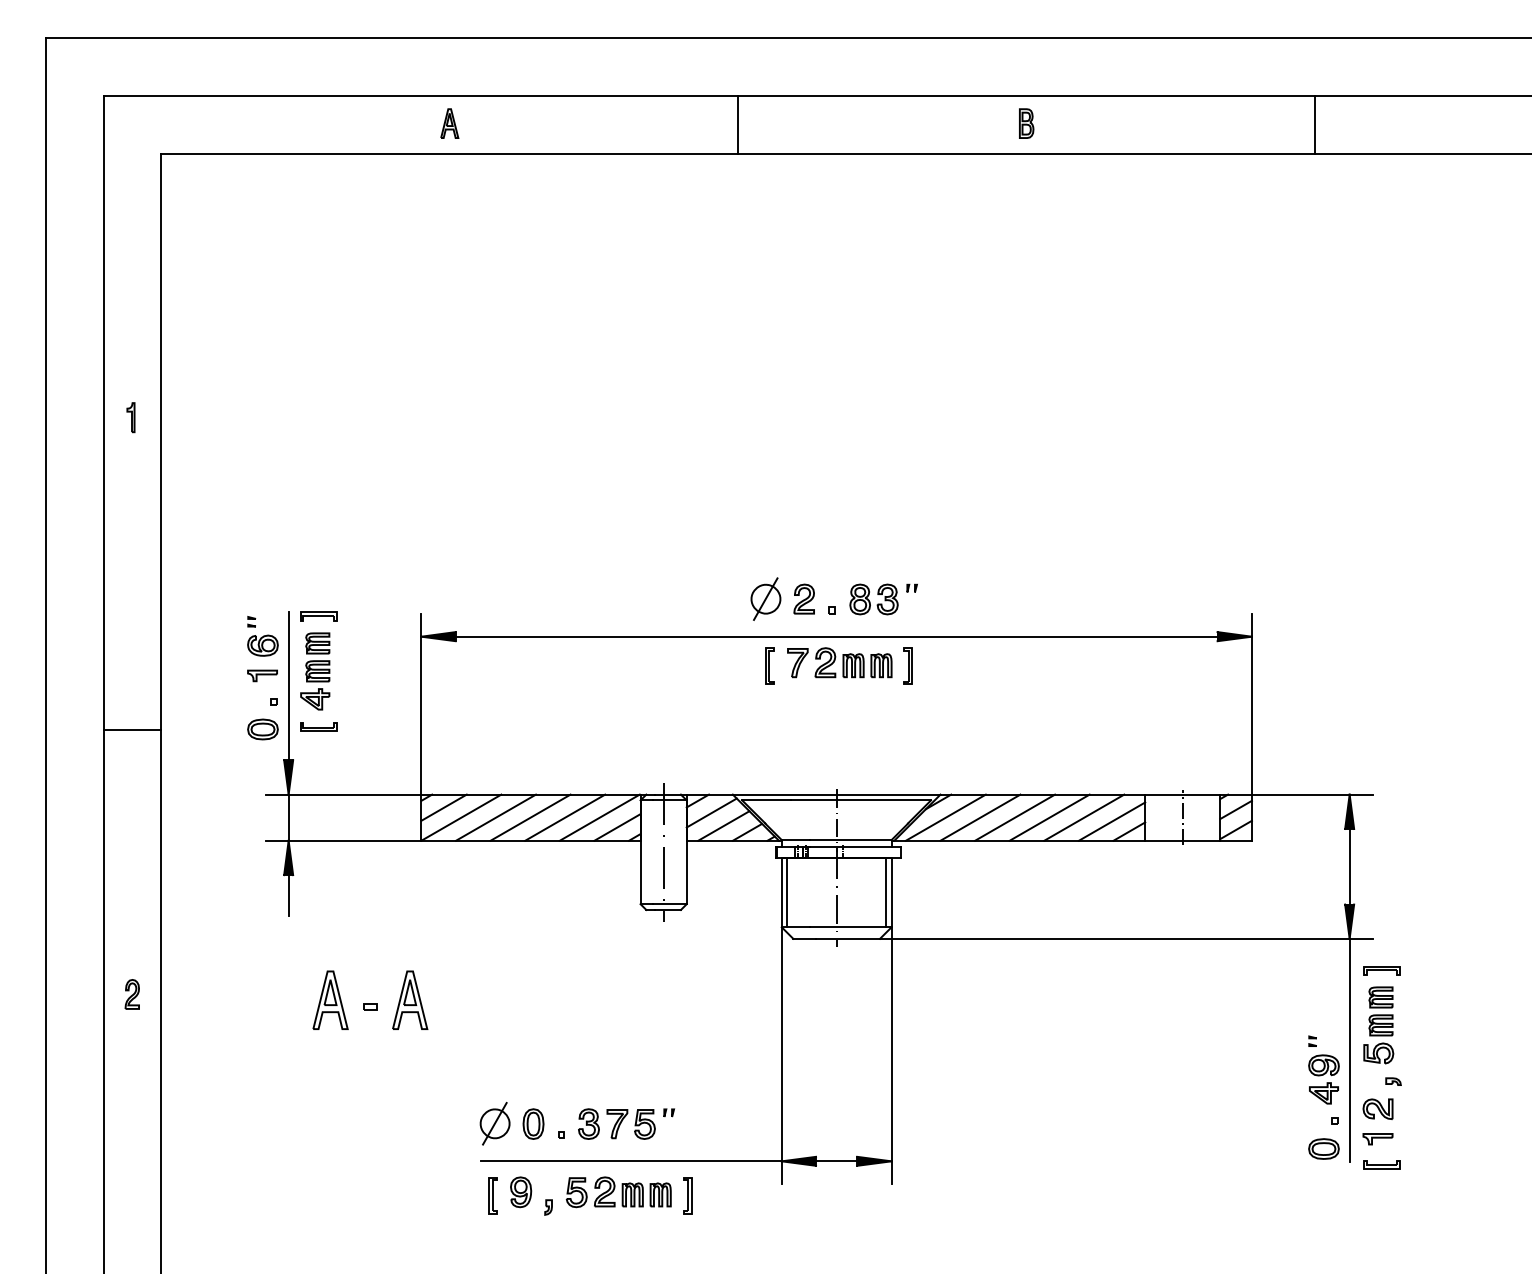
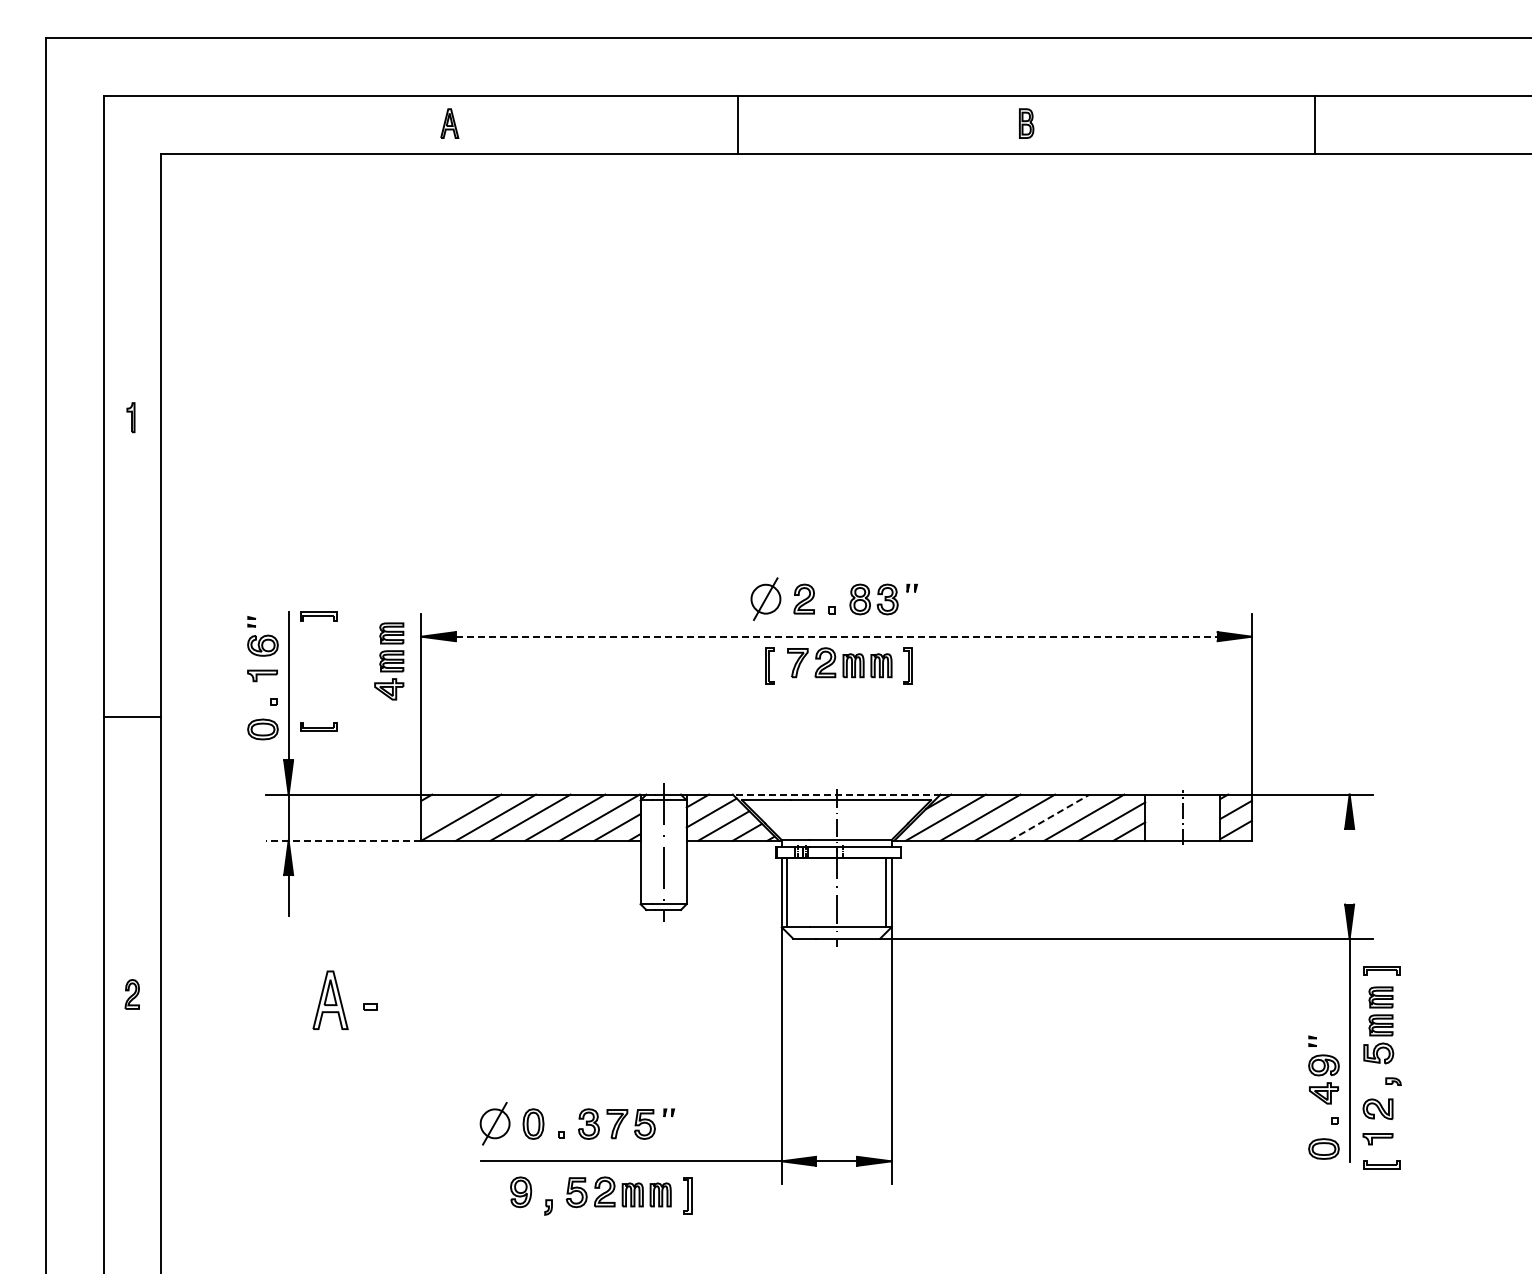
line at (836, 636): solid -> dashed
part at (315, 671) position: (315, 671) -> (389, 661)
line at (132, 730) position: (132, 730) -> (132, 717)
line at (836, 794): solid -> dashed
line at (443, 807): present -> none
line at (1050, 817): solid -> dashed
line at (343, 840): solid -> dashed
line at (1349, 866): present -> none
part at (410, 999): present -> none
part at (492, 1195): present -> none
